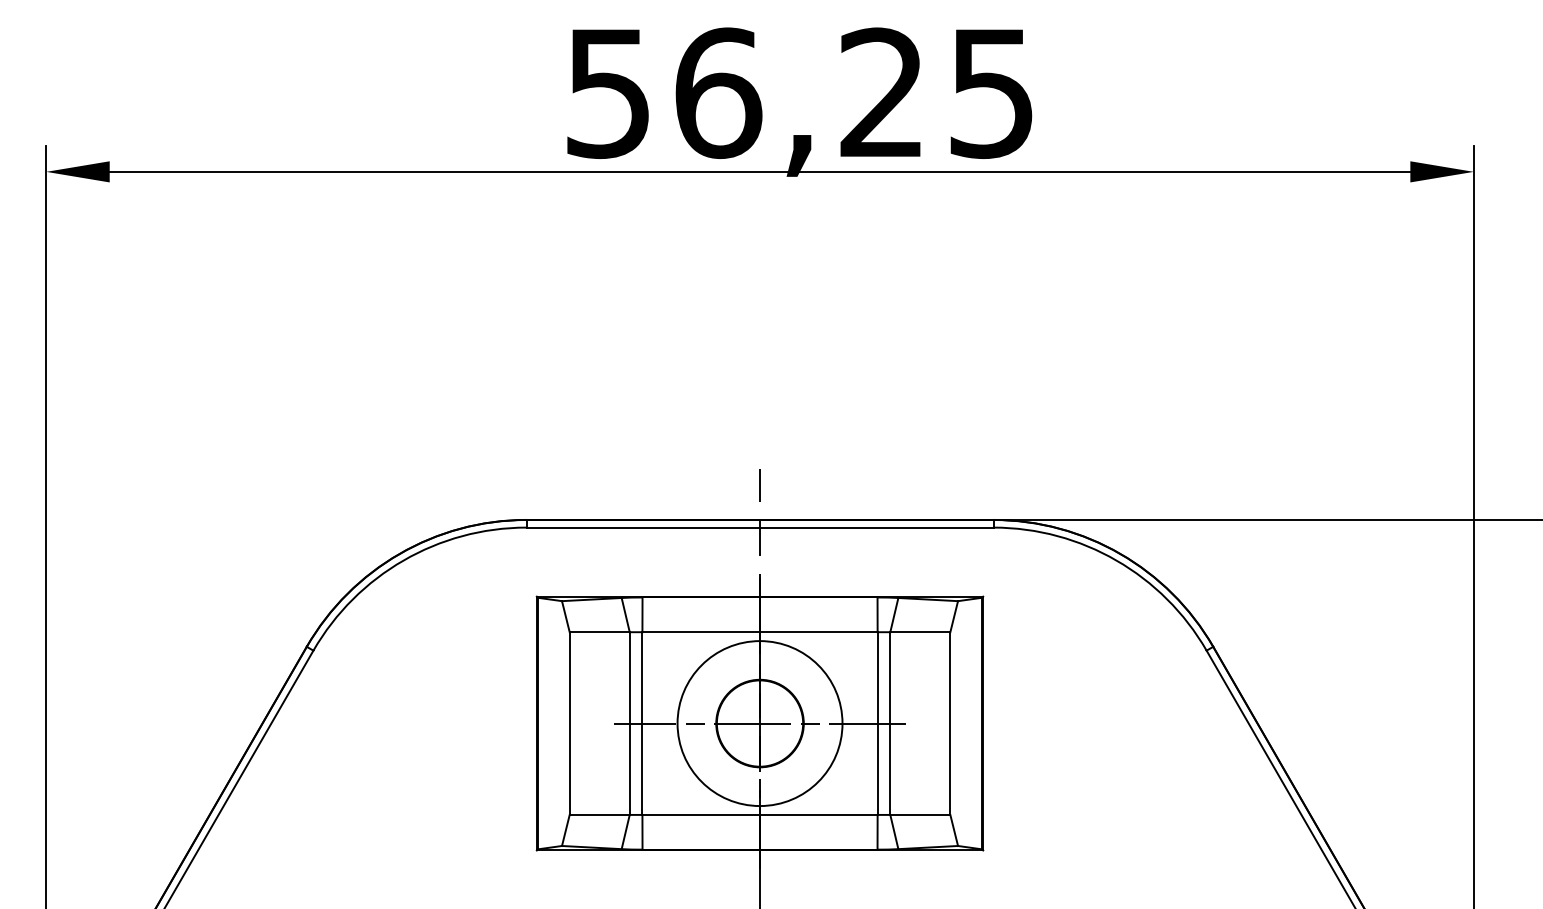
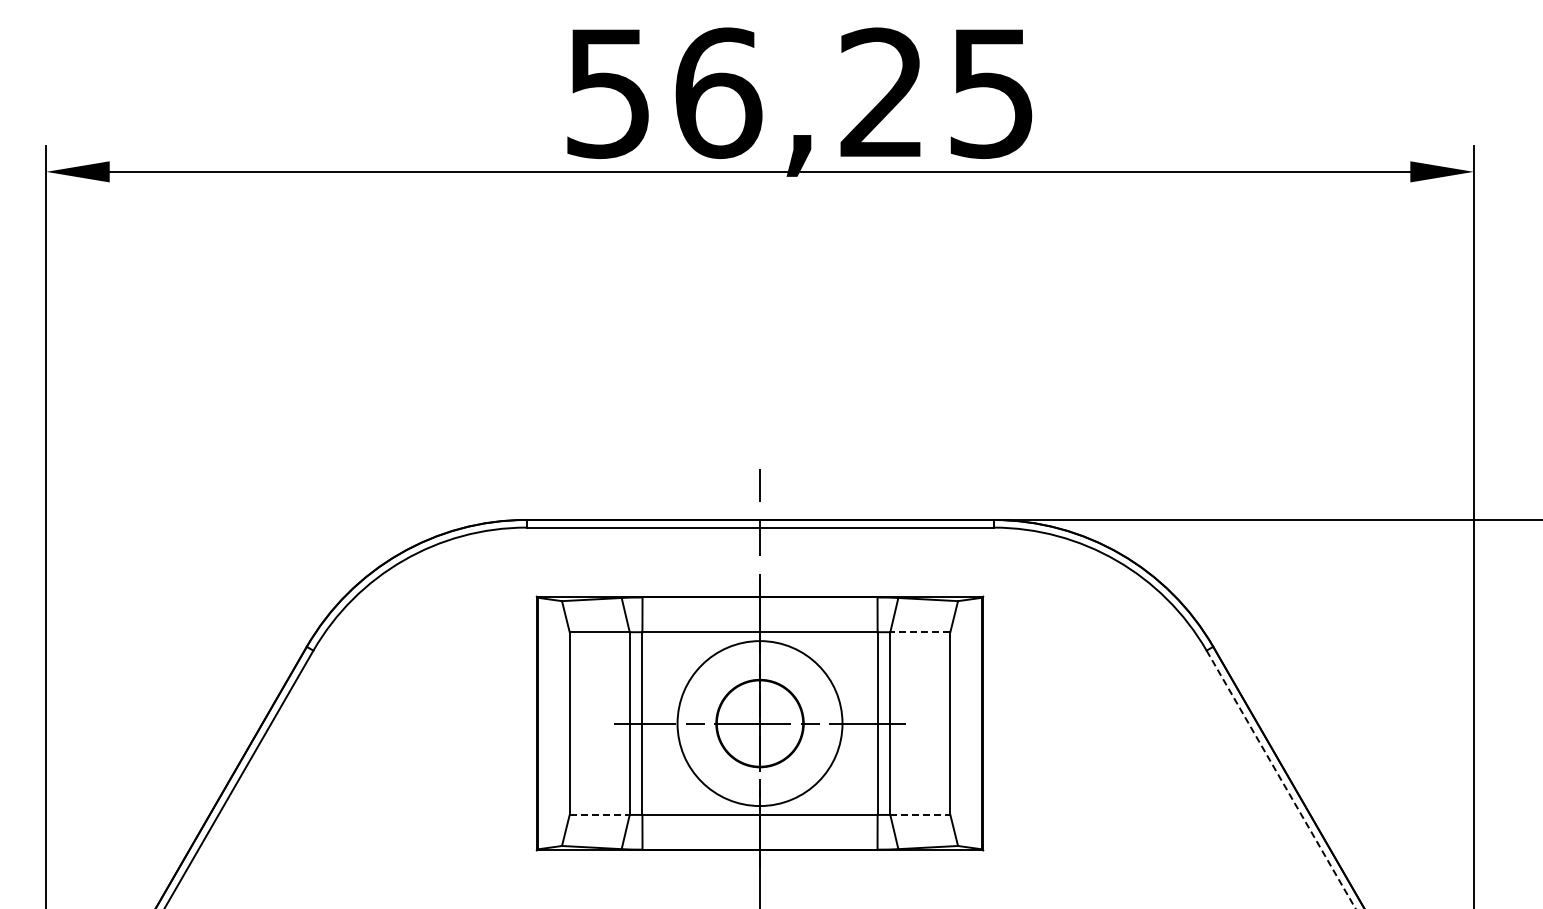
line at (919, 632): solid -> dashed
line at (1281, 779): solid -> dashed
line at (600, 814): solid -> dashed
line at (920, 814): solid -> dashed
